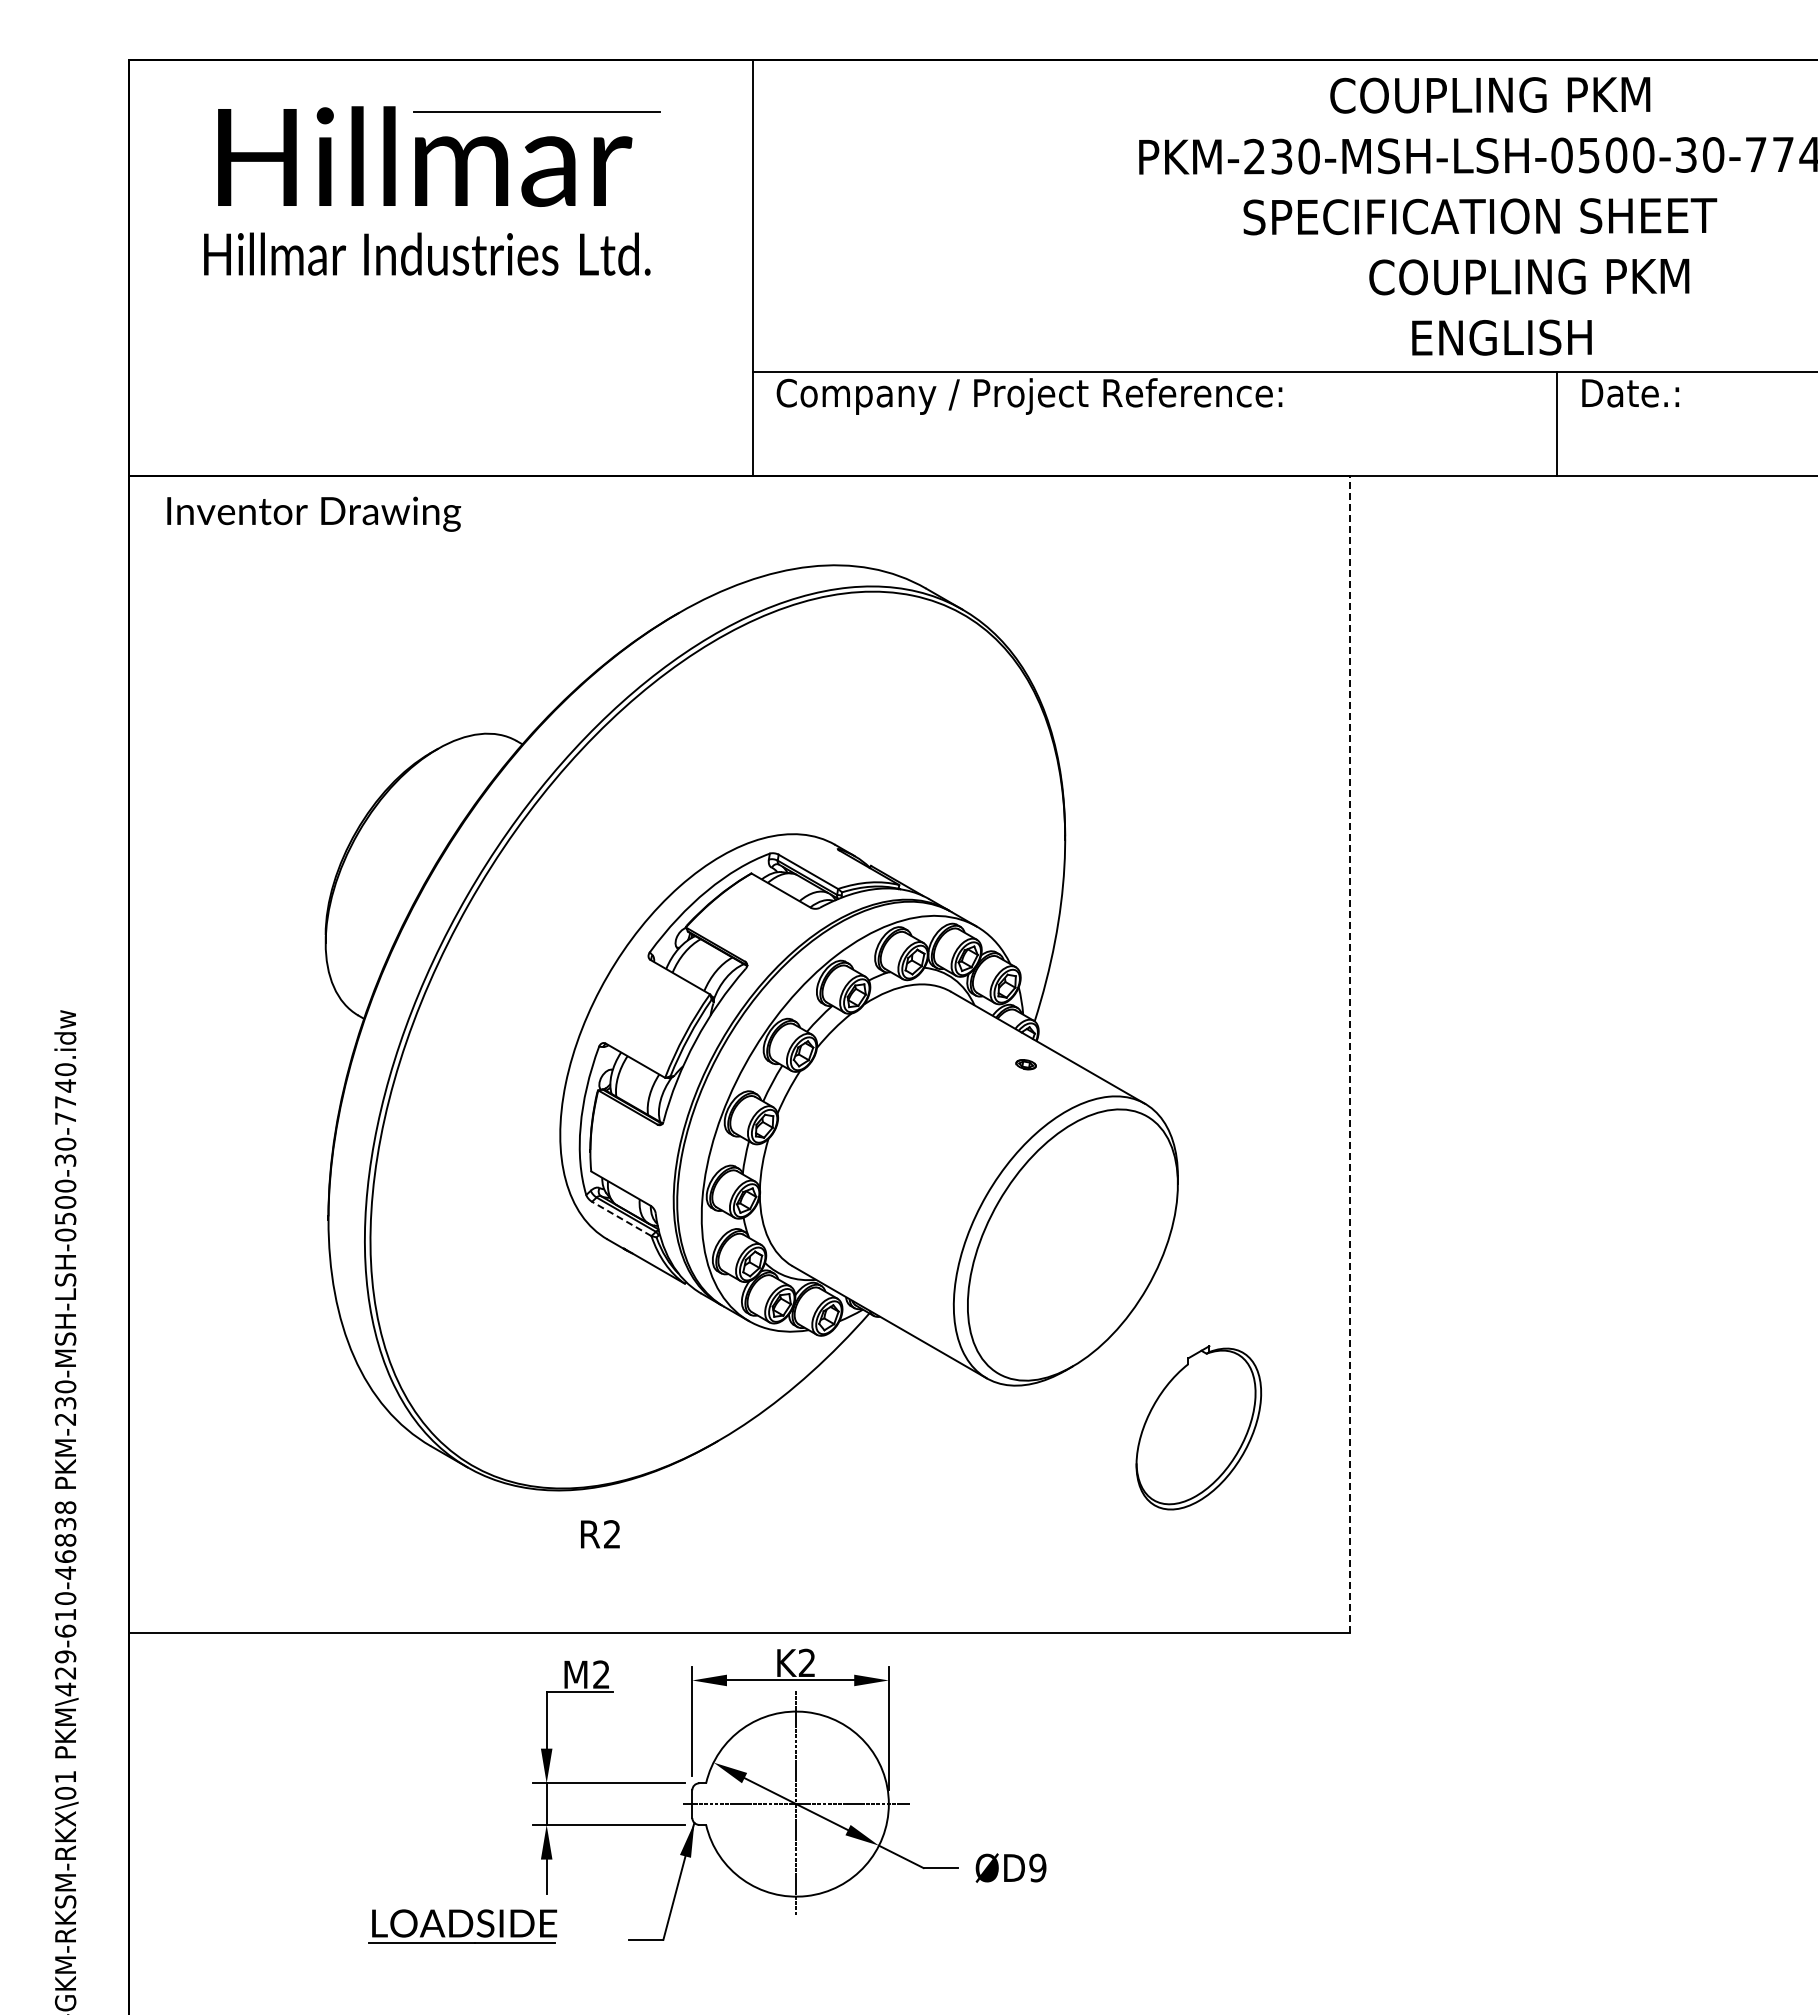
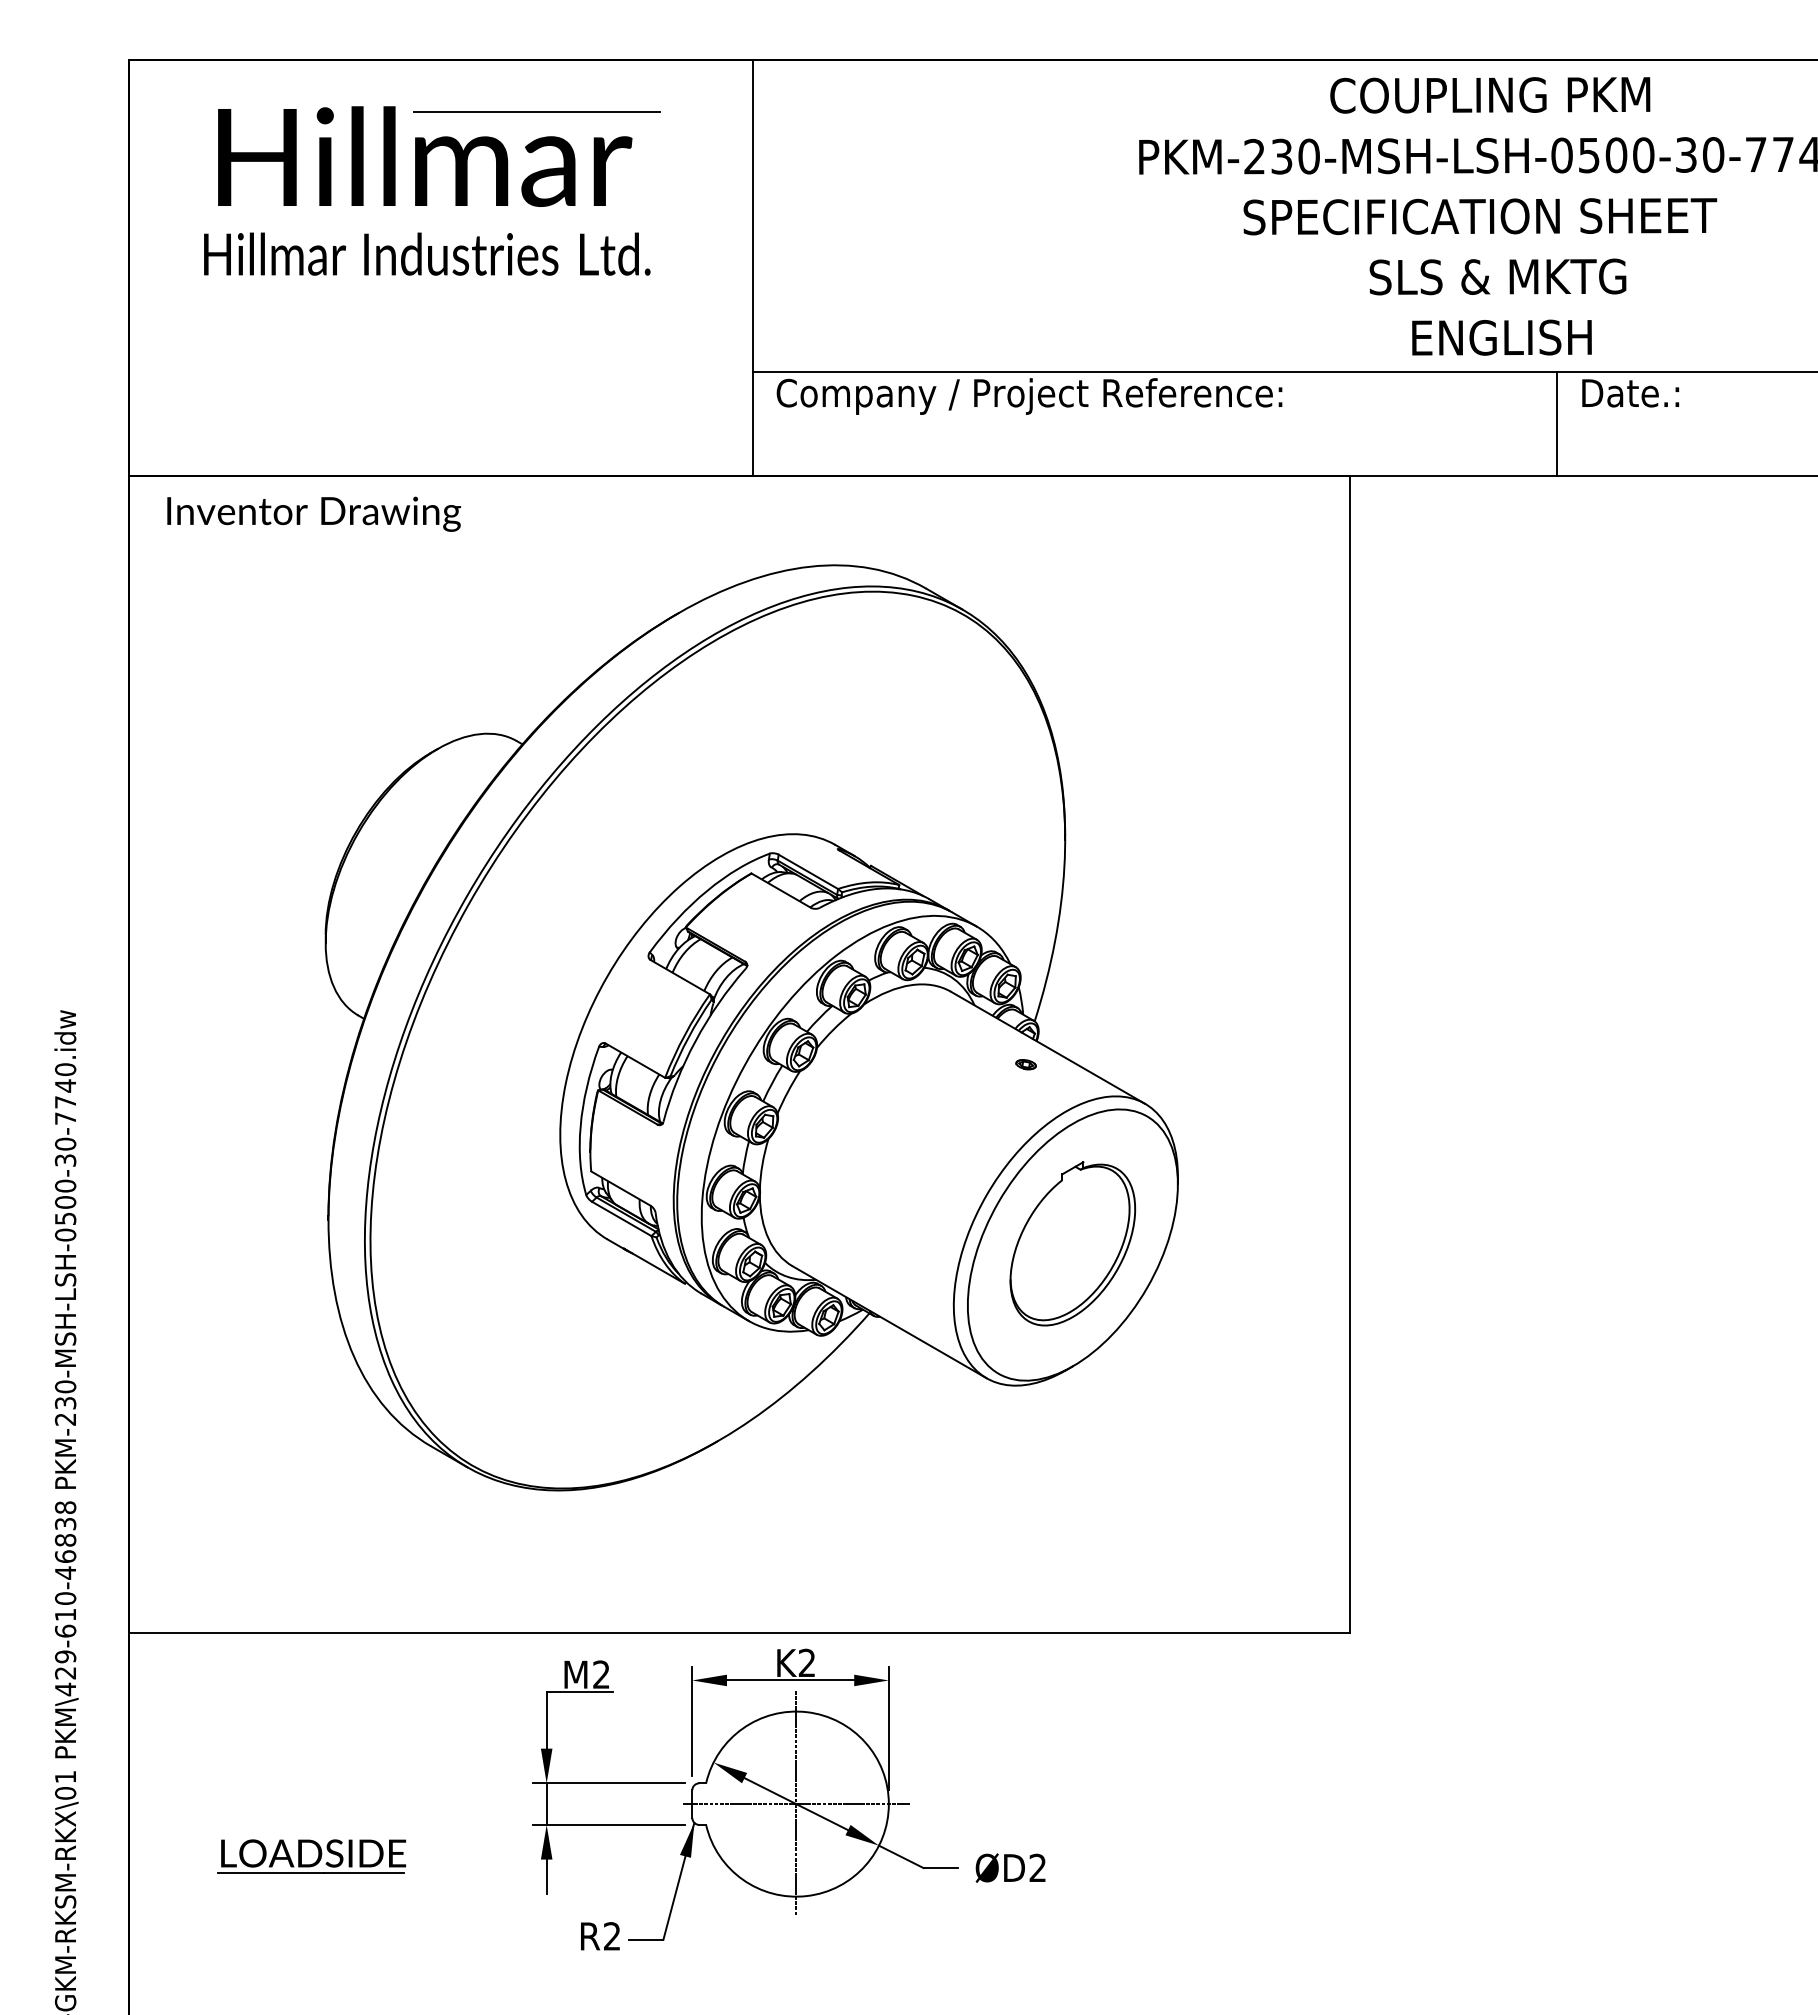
text at (1529, 276): COUPLING PKM -> SLS & MKTG
line at (1349, 1054): dashed -> solid
line at (621, 1218): dashed -> solid
part at (1198, 1427) position: (1198, 1427) -> (1072, 1243)
text at (600, 1534) position: (600, 1534) -> (600, 1936)
text at (1037, 1867): ØD9 -> ØD2
part at (462, 1926) position: (462, 1926) -> (311, 1856)
